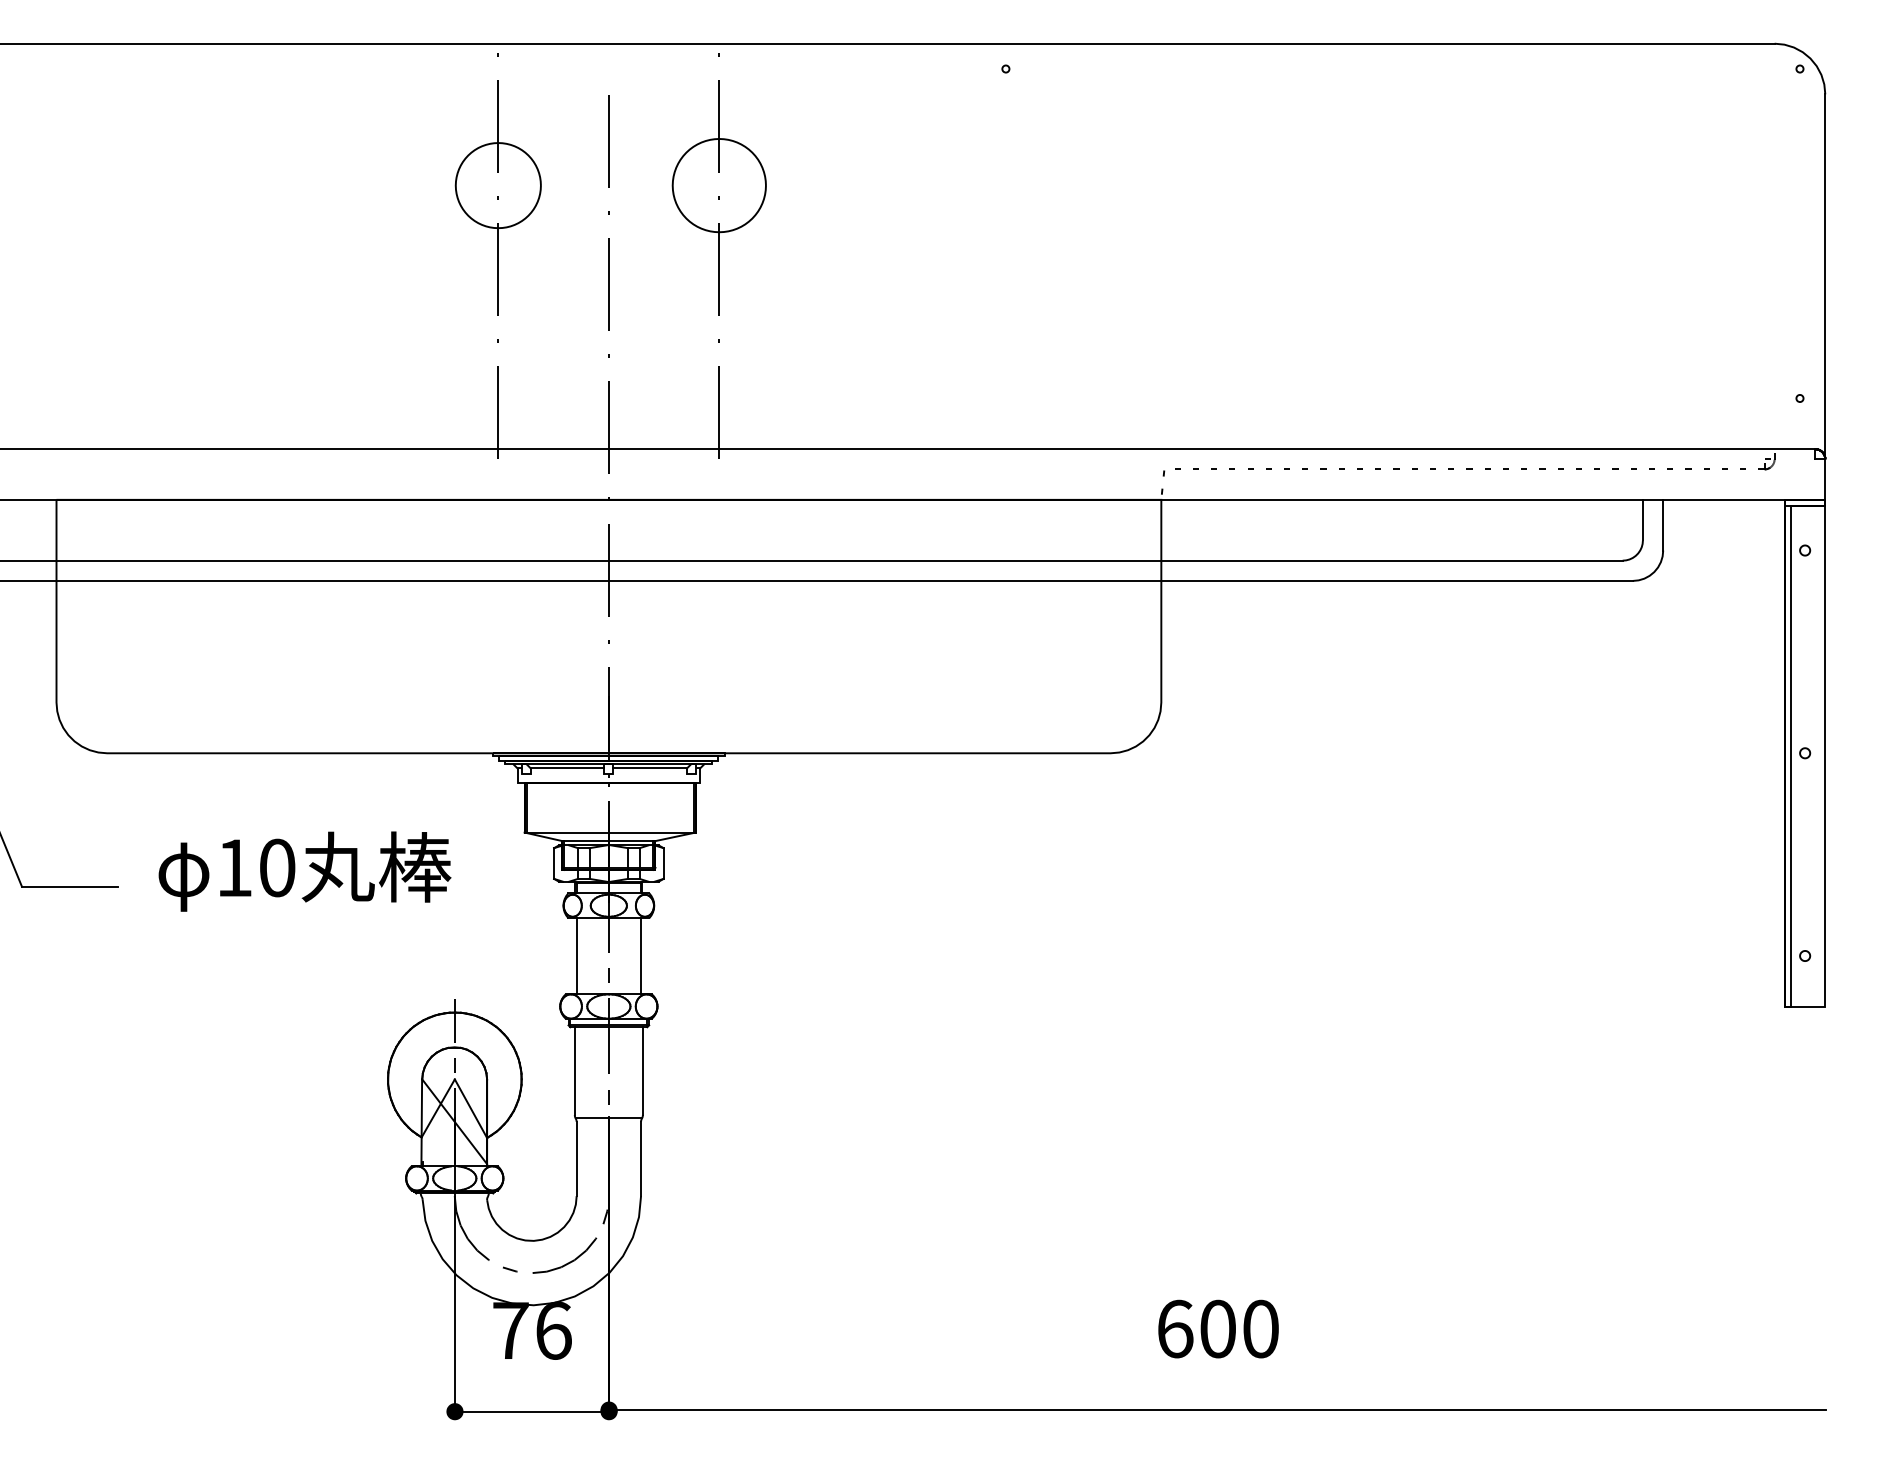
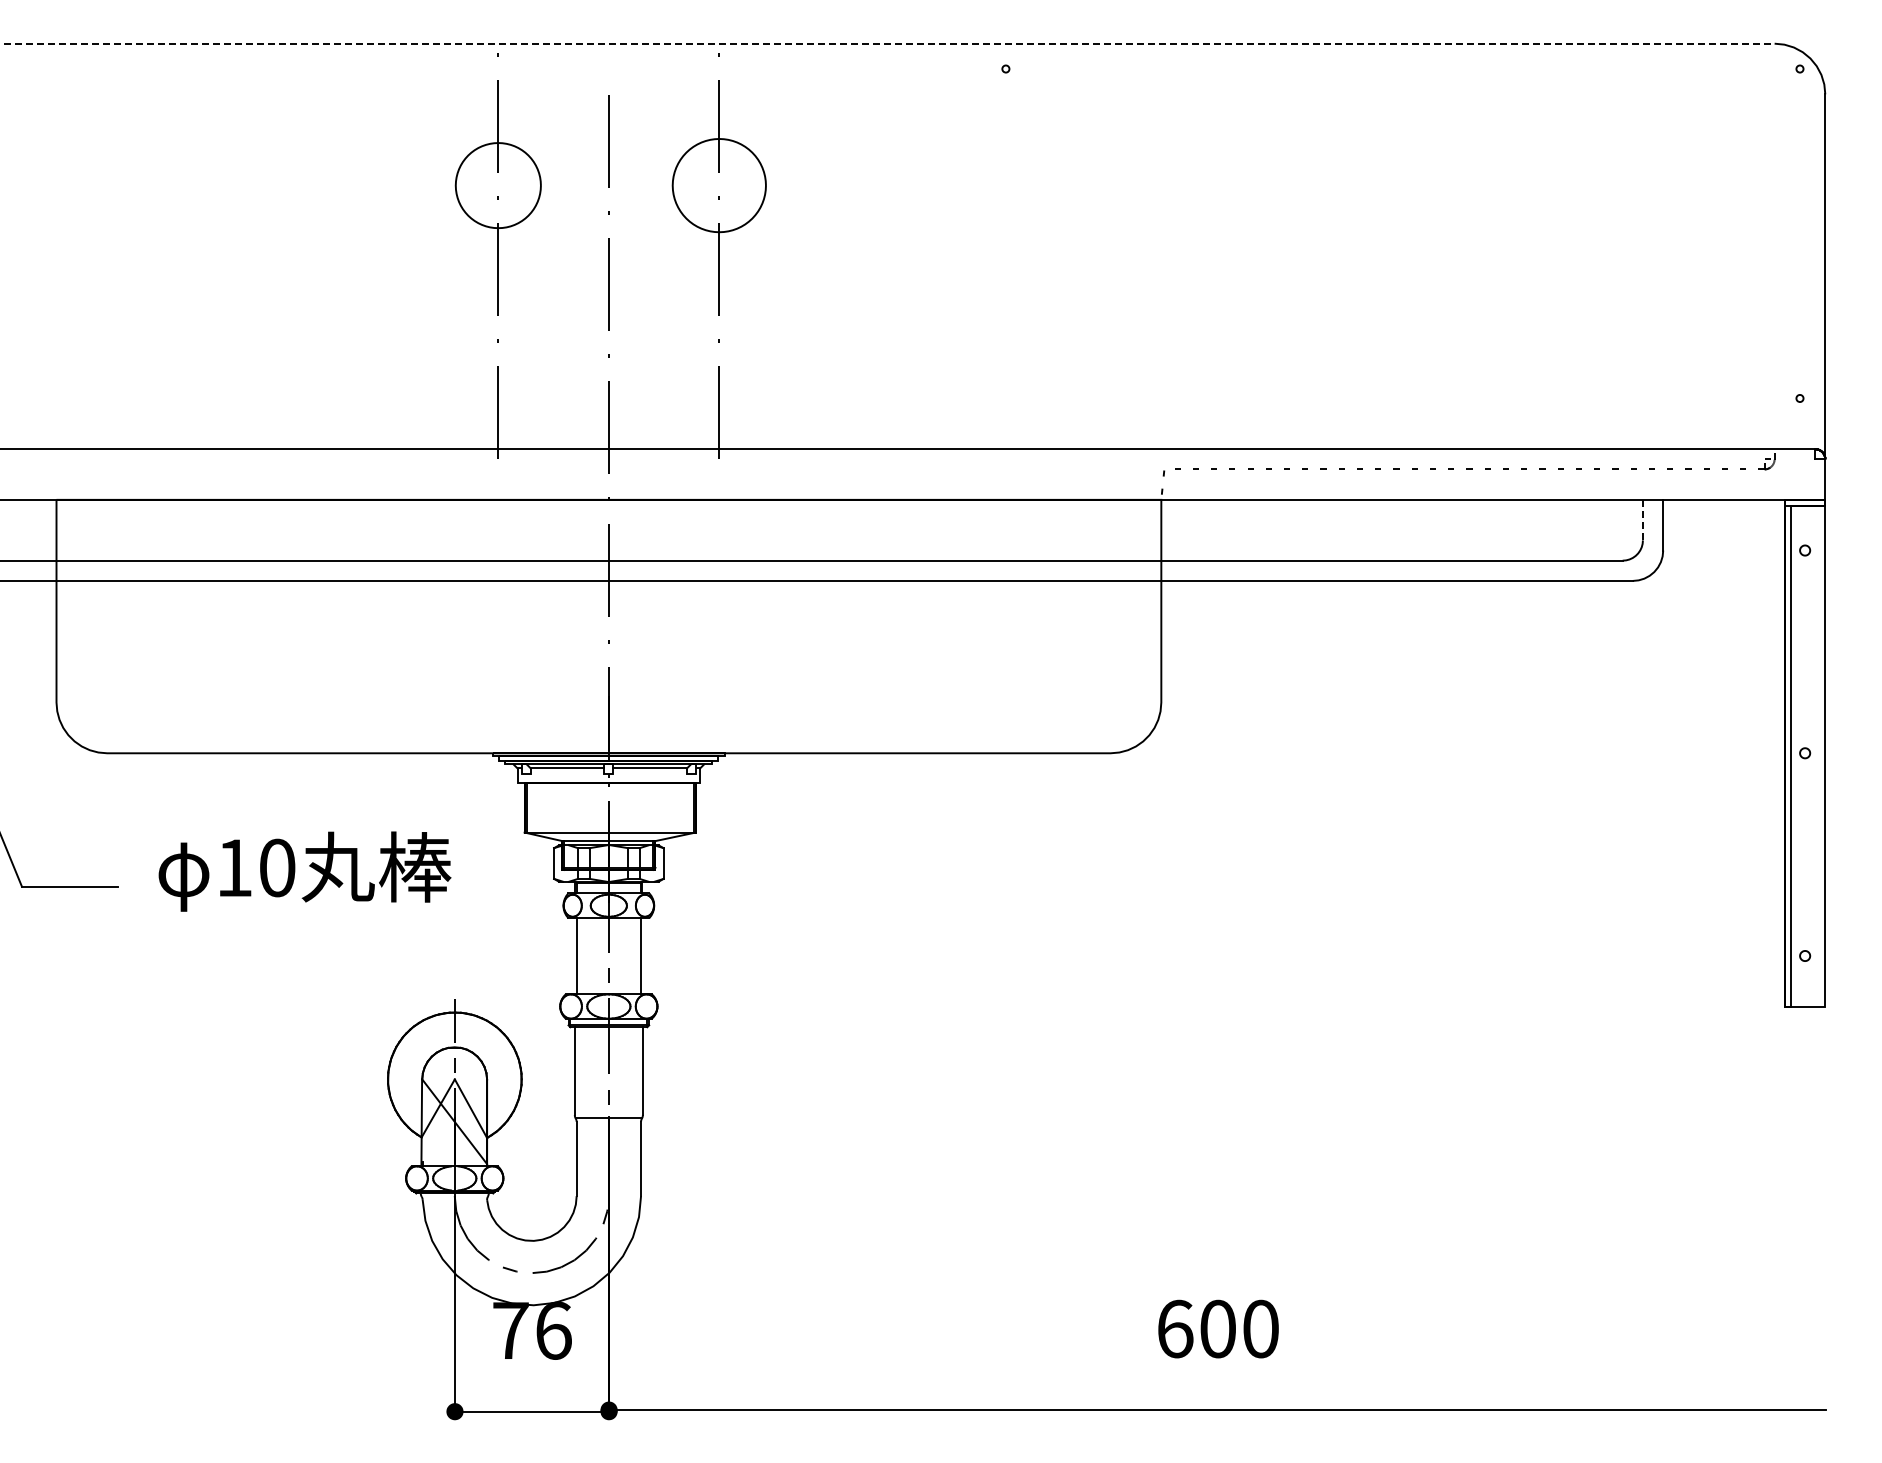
line at (887, 43): solid -> dashed
line at (1642, 520): solid -> dashed
